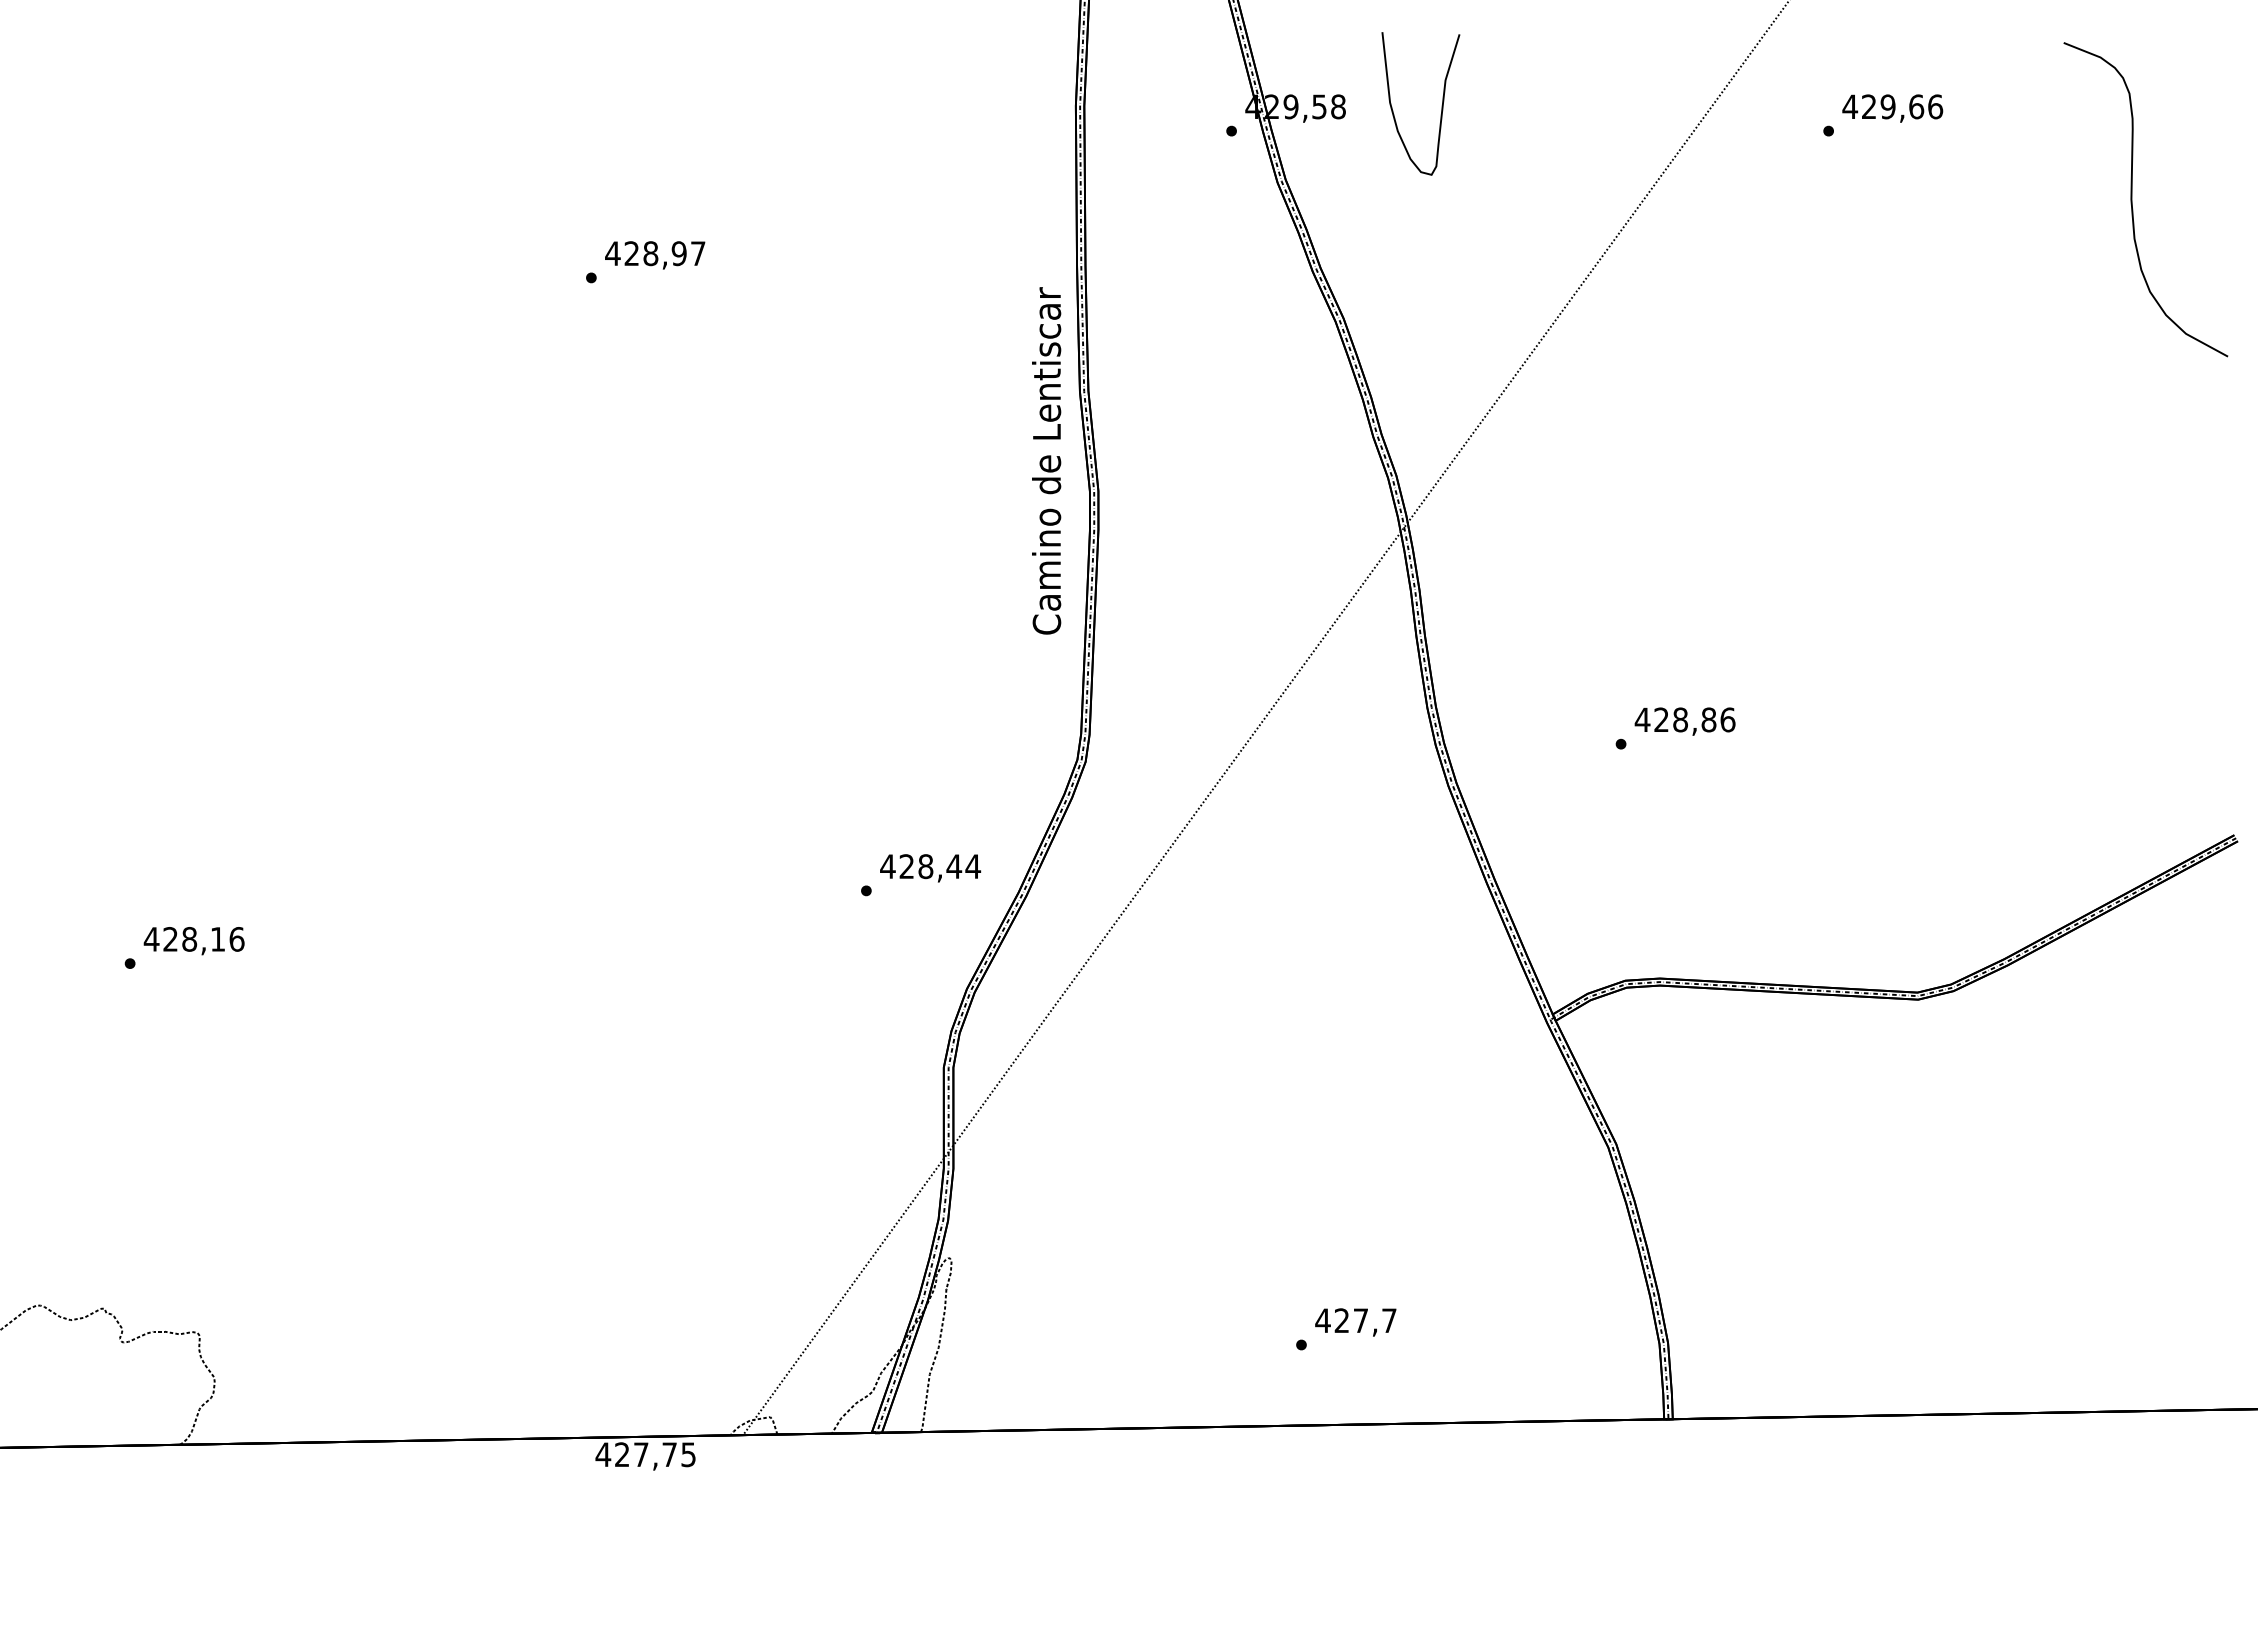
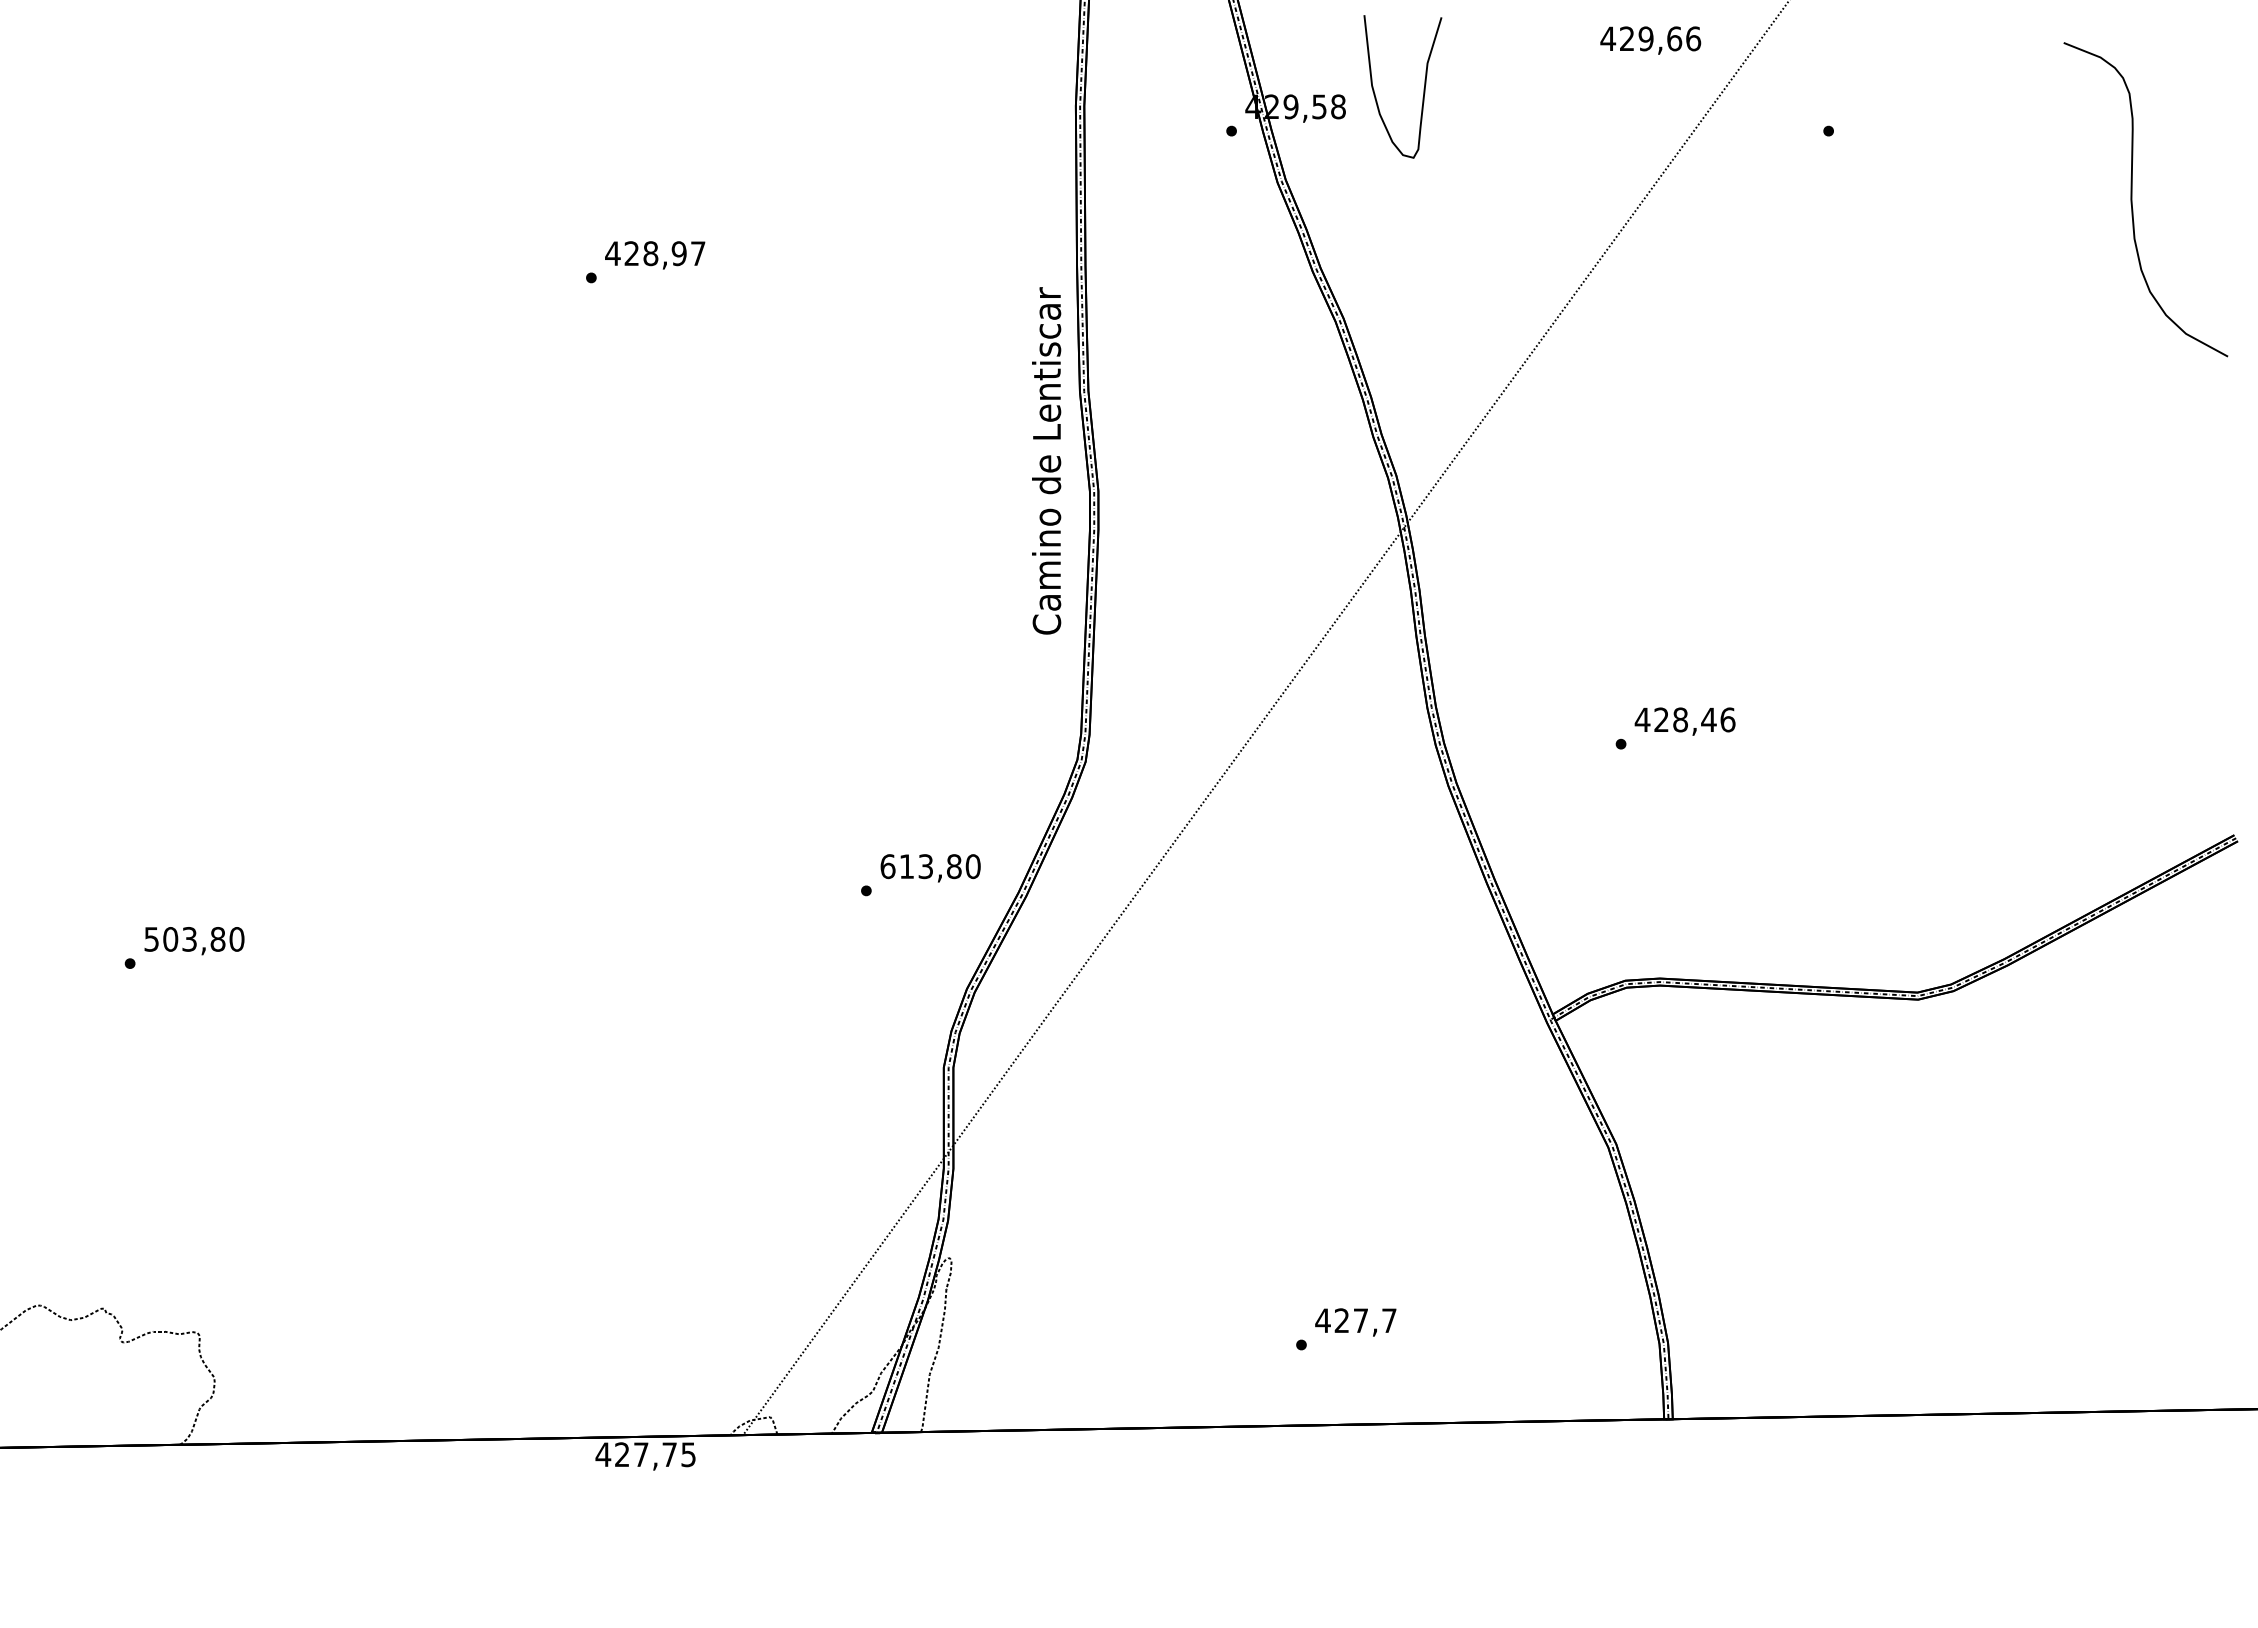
curve at (1441, 105) position: (1441, 105) -> (1423, 88)
text at (1892, 108) position: (1892, 108) -> (1650, 40)
text at (1708, 719): 428,86 -> 428,46
text at (930, 866): 428,44 -> 613,80
text at (193, 939): 428,16 -> 503,80
